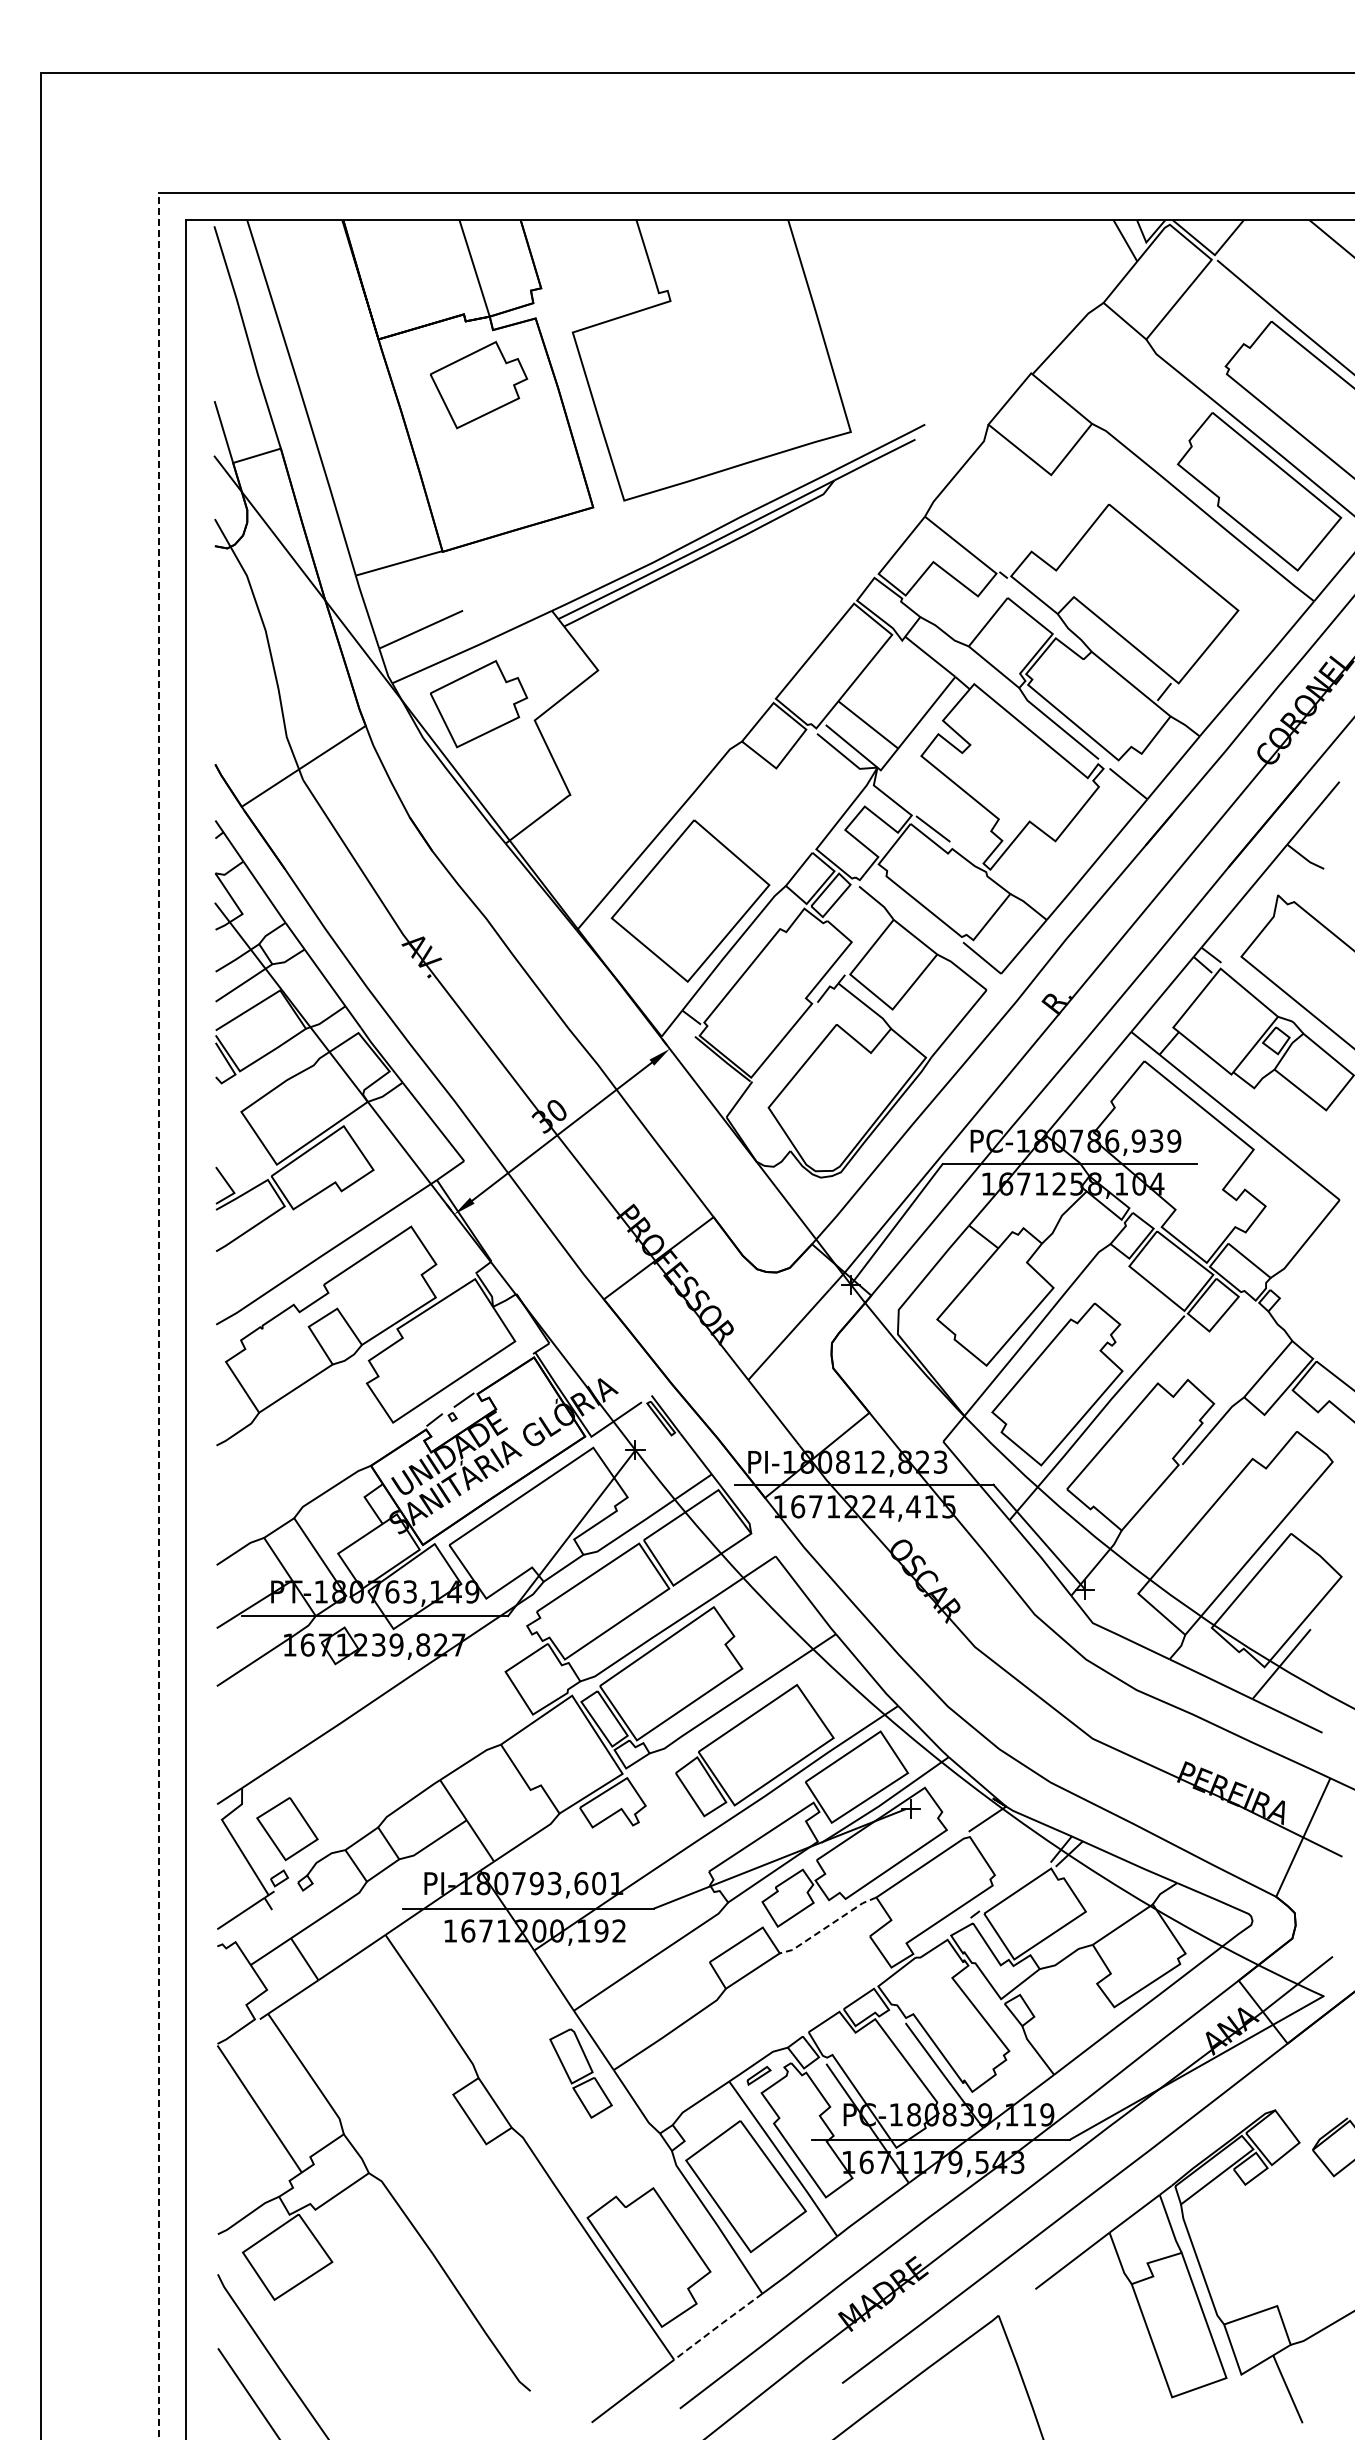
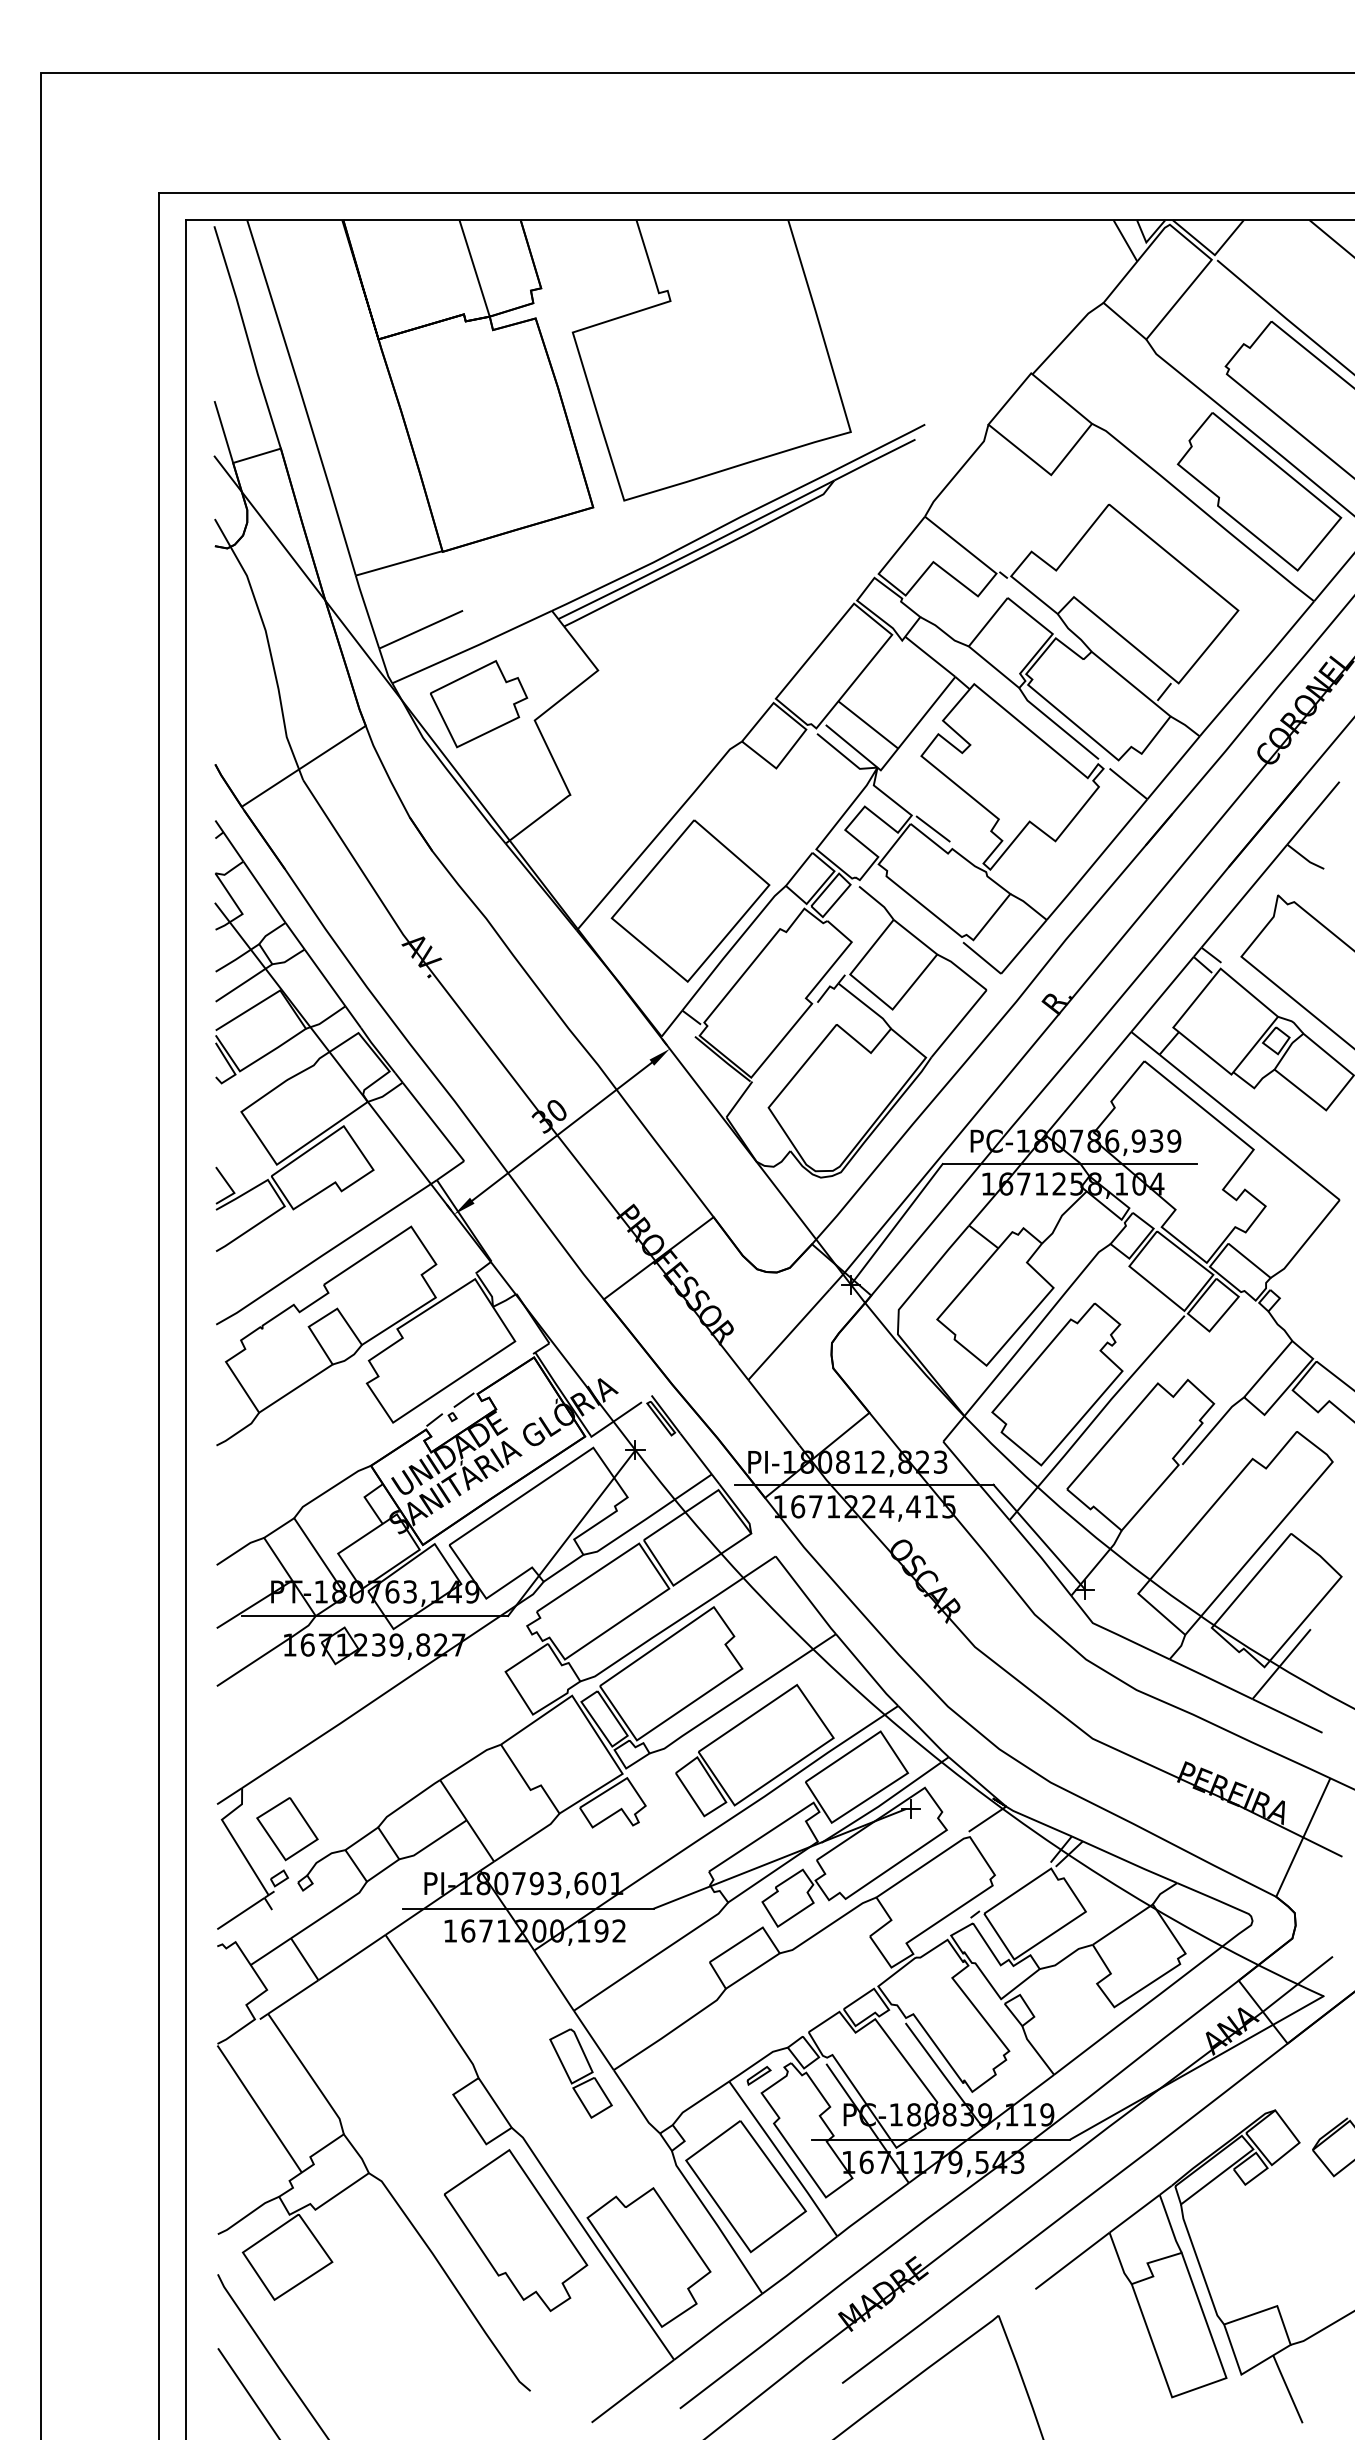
part at (479, 385): present -> none
line at (158, 1316): dashed -> solid
line at (828, 1926): dashed -> solid
part at (516, 2230): none -> present
line at (718, 2326): dashed -> solid
